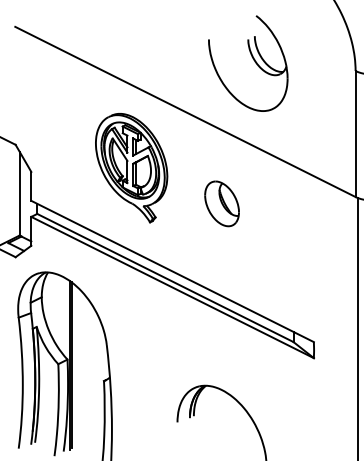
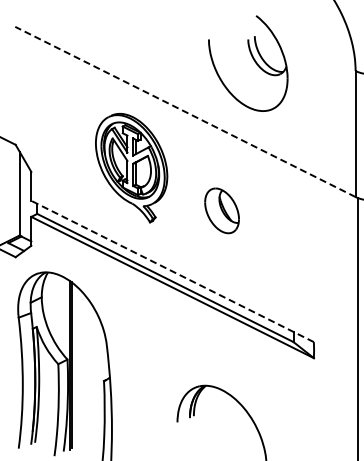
line at (184, 111): solid -> dashed
part at (221, 203) position: (221, 203) -> (221, 210)
line at (172, 271): solid -> dashed
